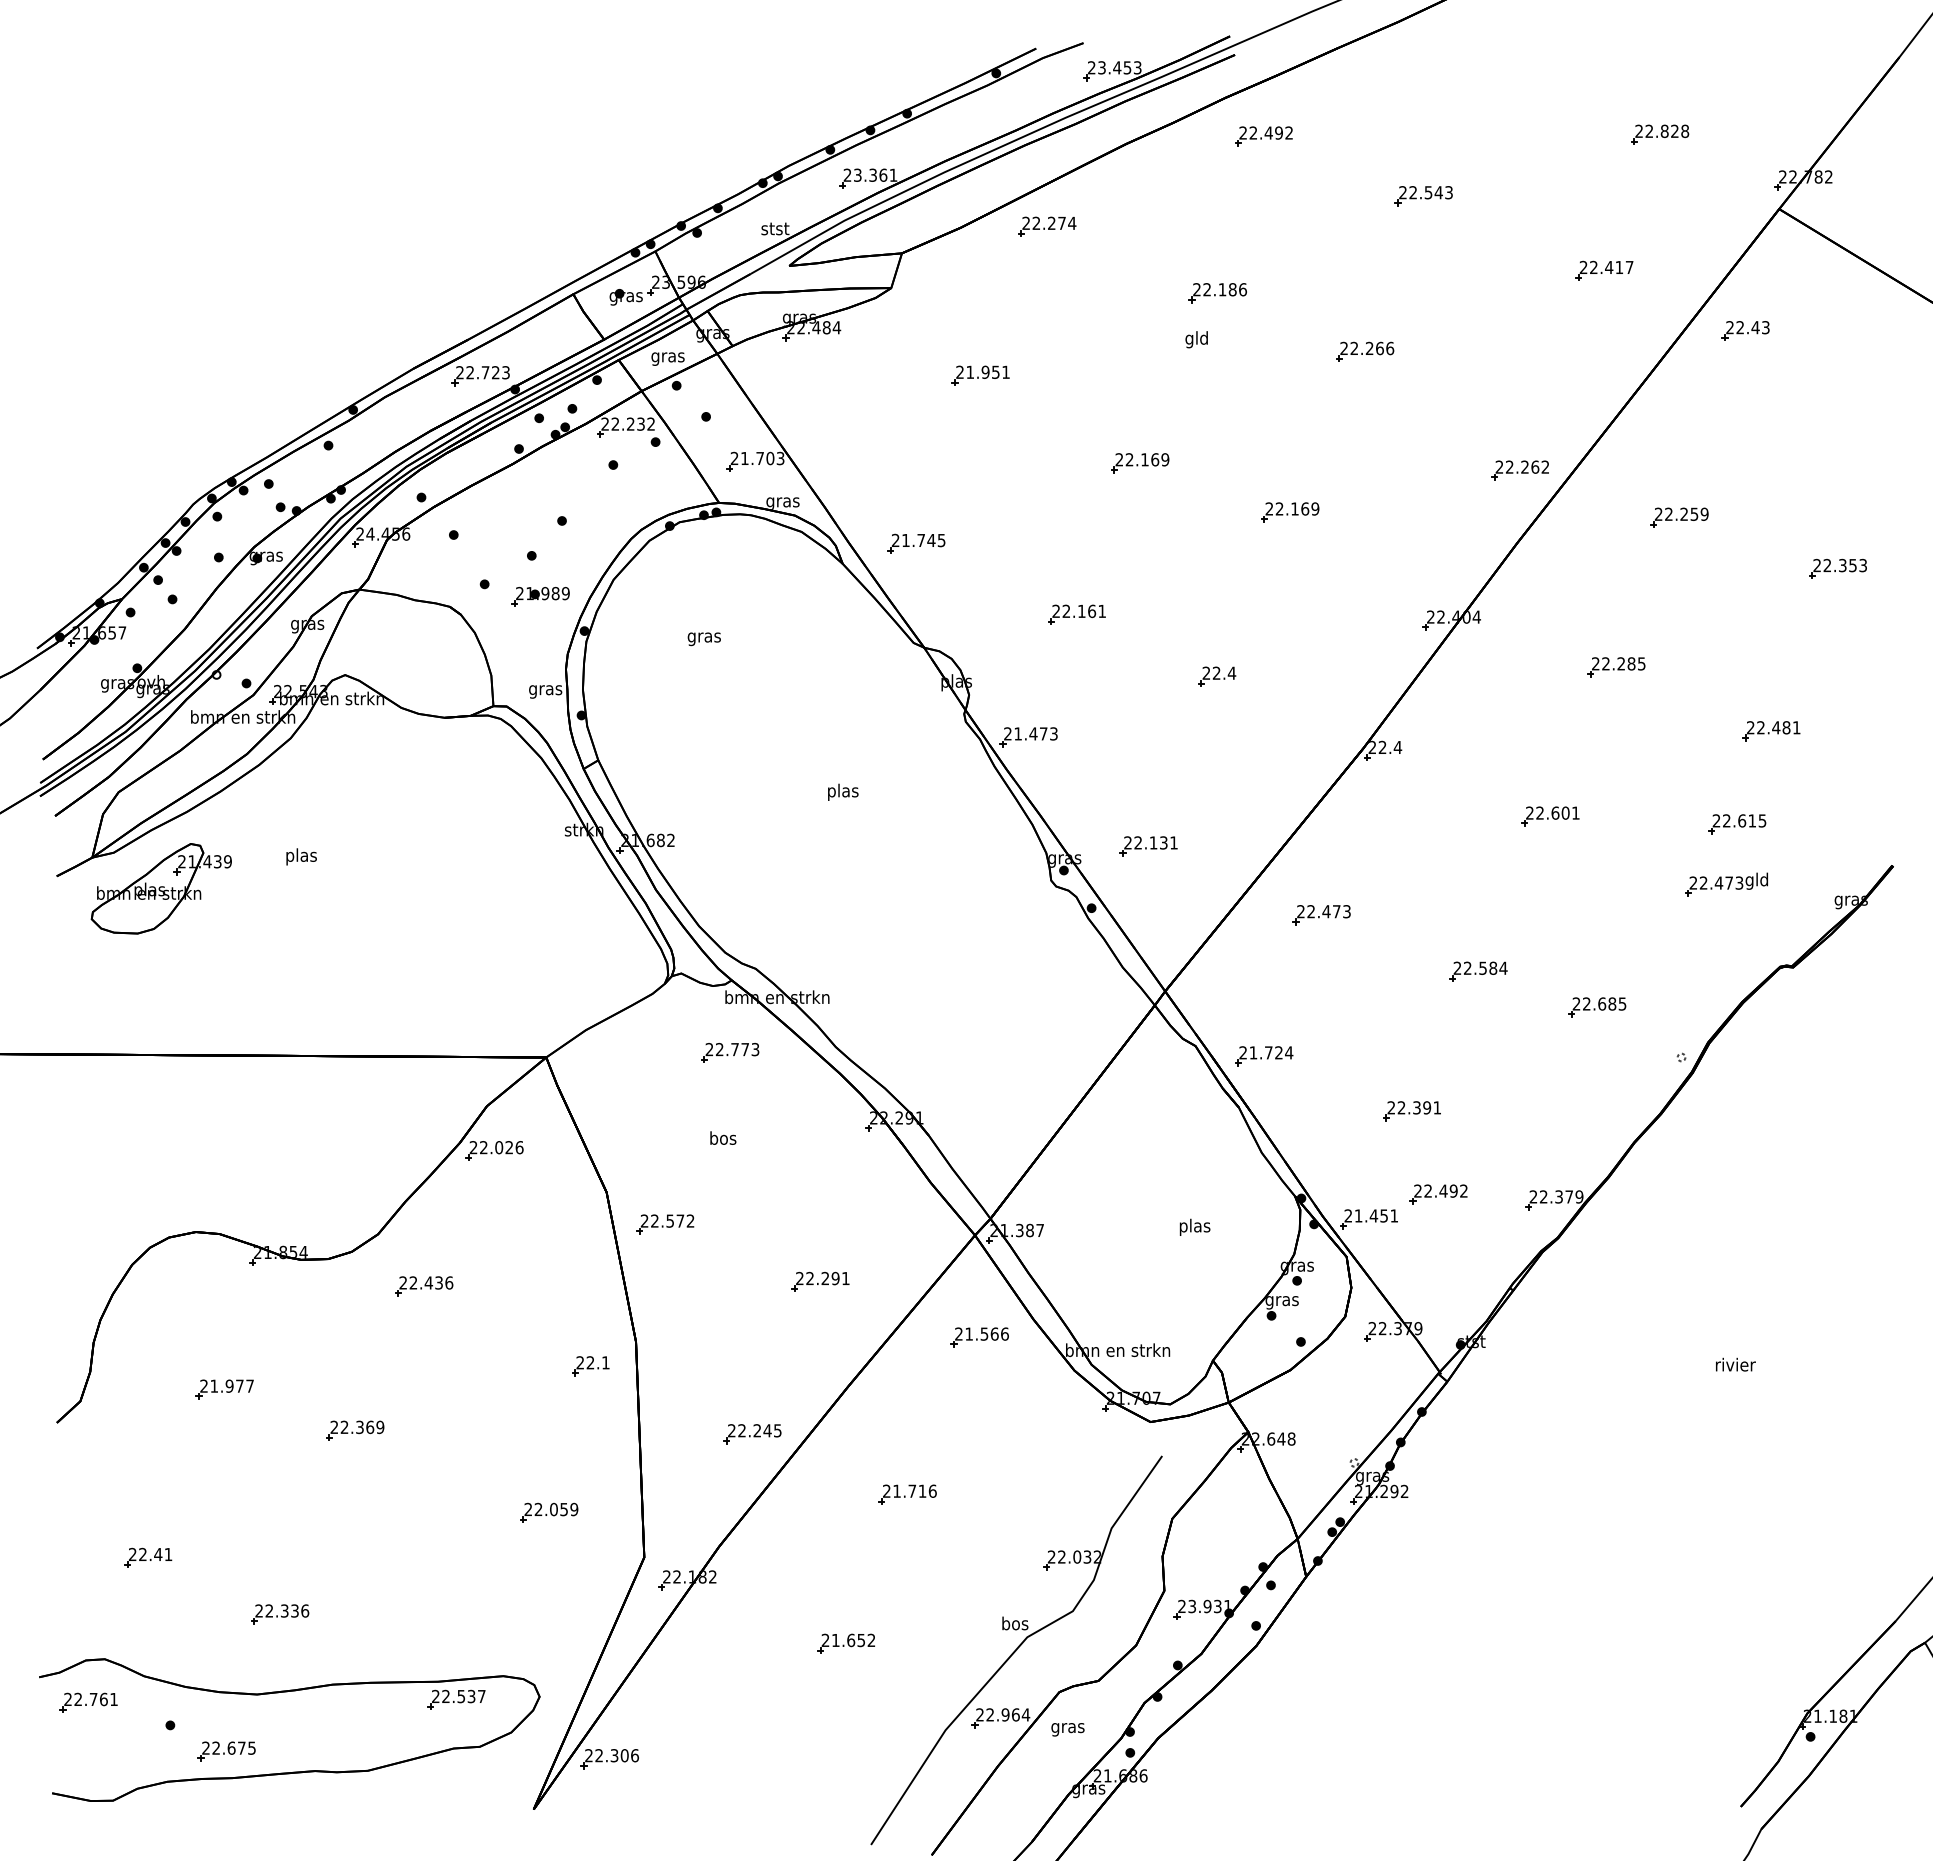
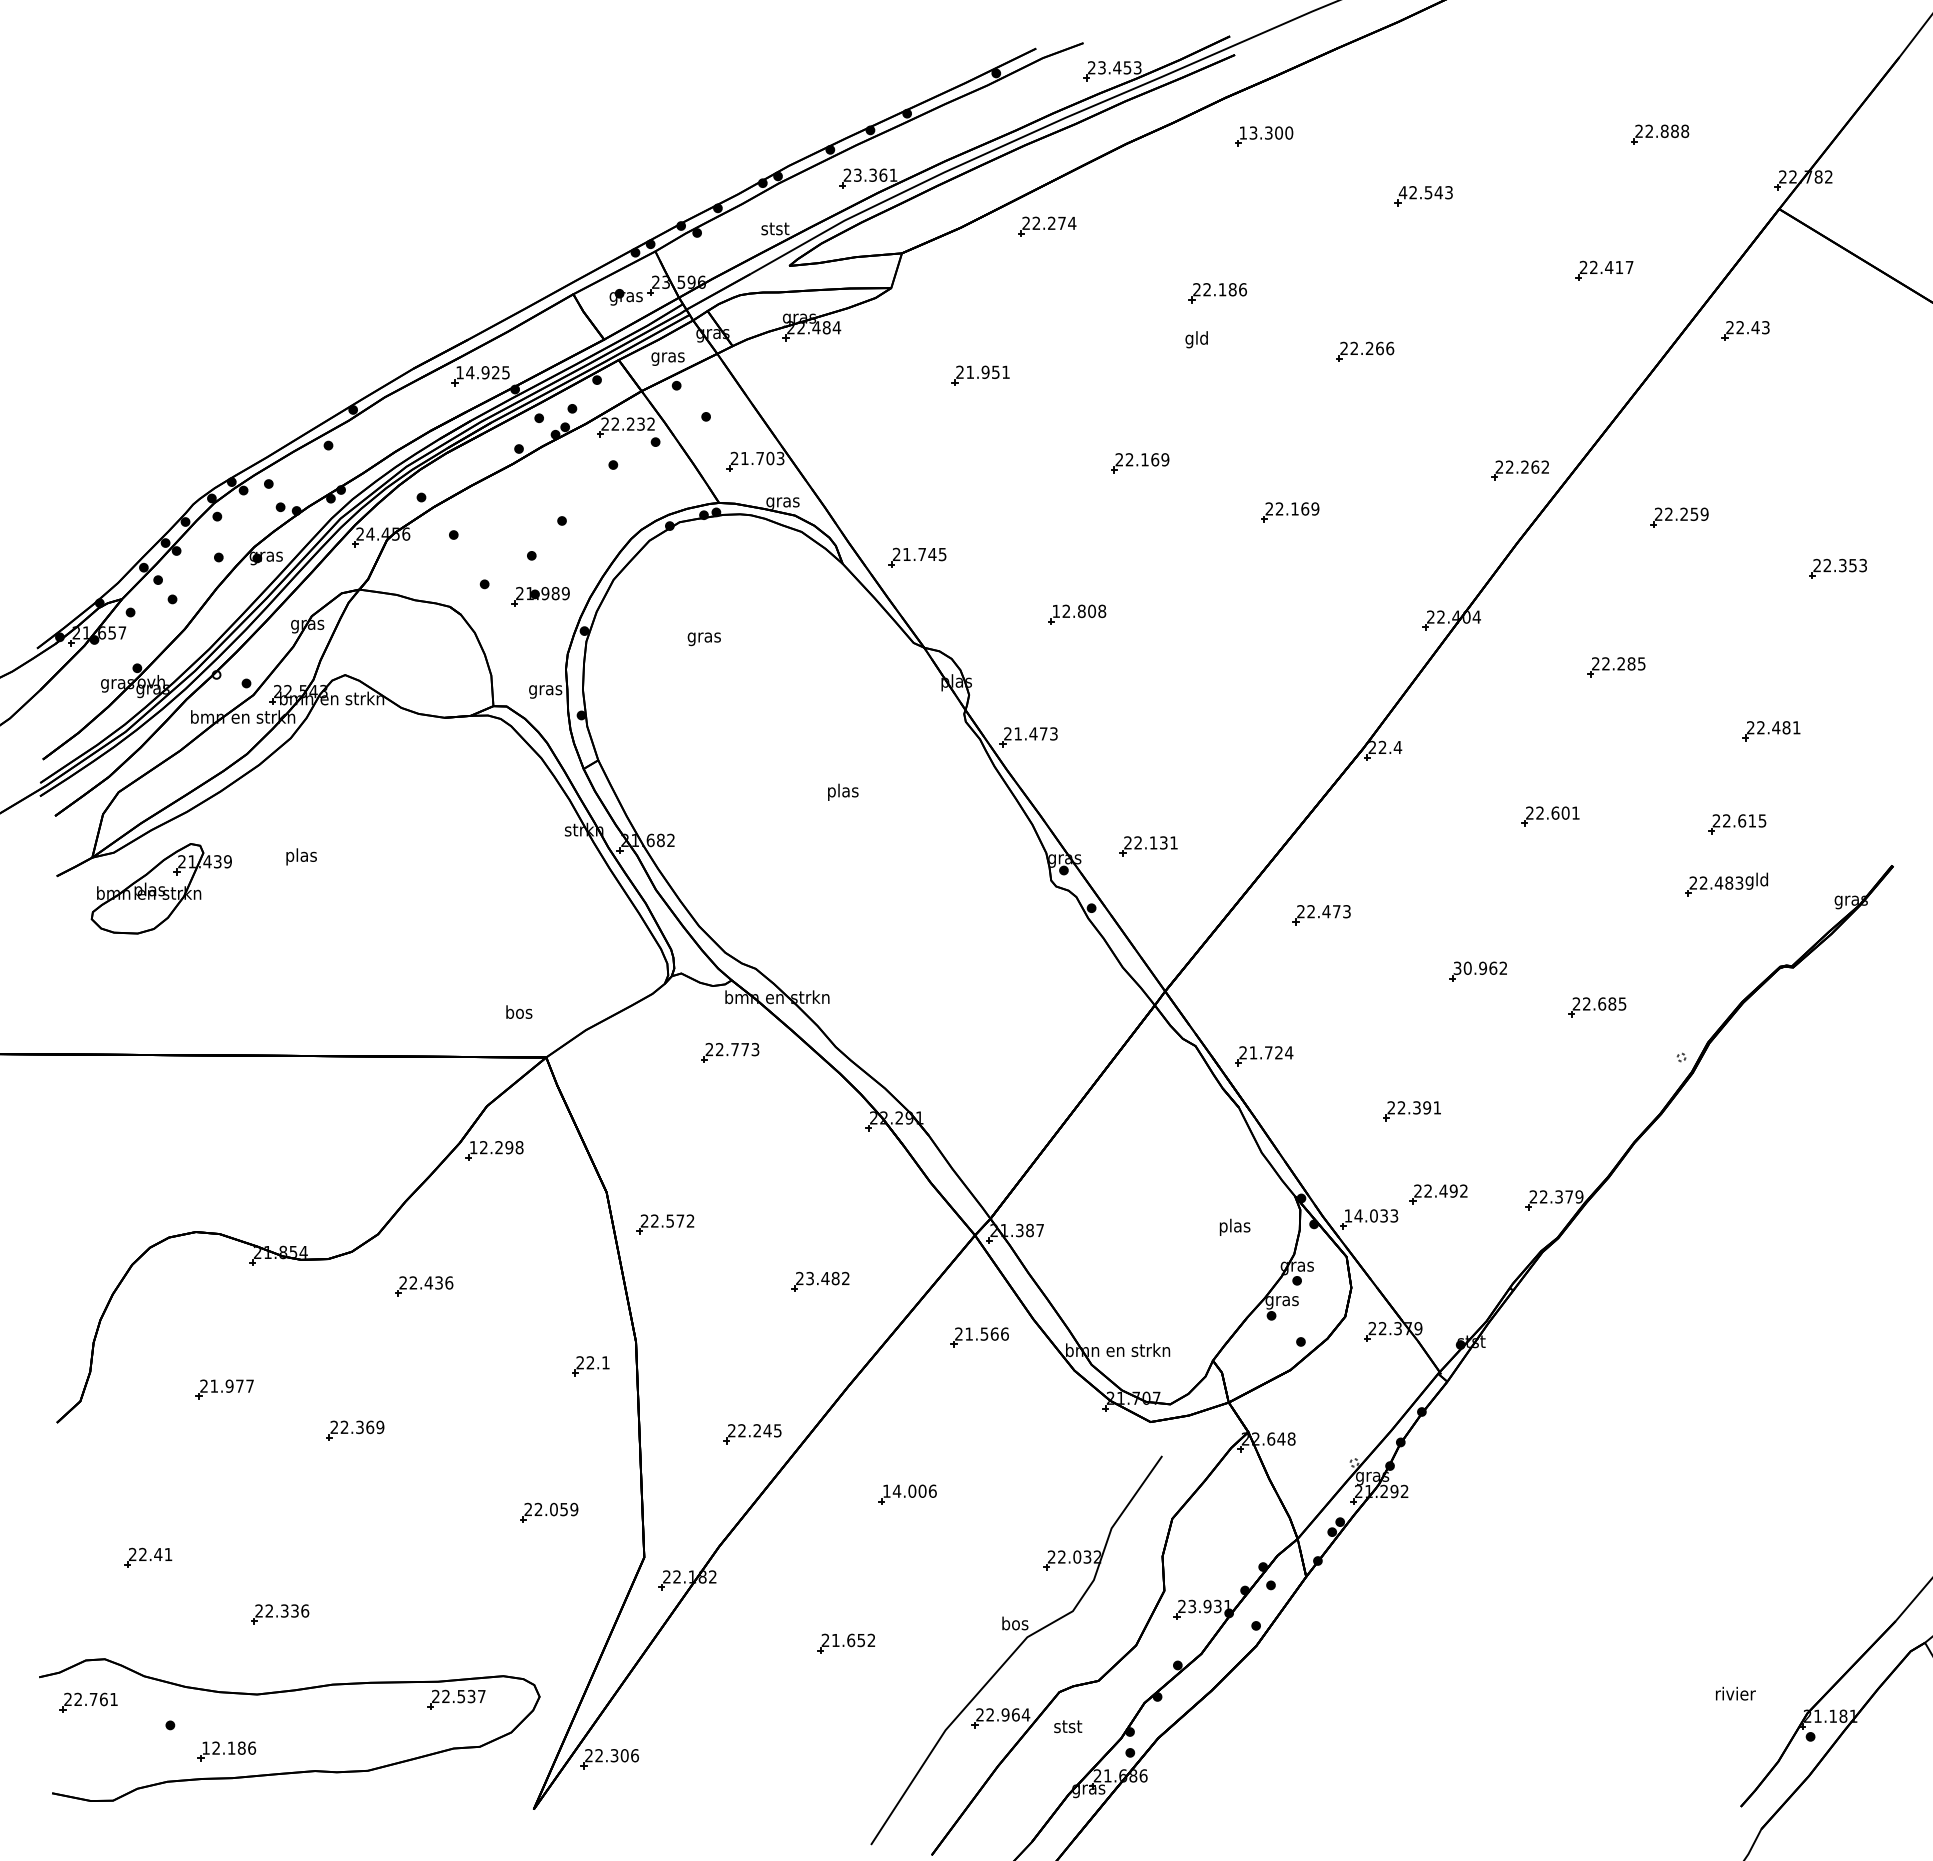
text at (1674, 130): 22.828 -> 22.888
text at (1266, 132): 22.492 -> 13.300
text at (1402, 192): 22.543 -> 42.543
text at (482, 372): 22.723 -> 14.925
part at (916, 543) position: (916, 543) -> (917, 557)
text at (1079, 611): 22.161 -> 12.808
part at (1217, 676): present -> none
text at (1729, 882): 22.473 -> 22.483
text at (1480, 967): 22.584 -> 30.962
text at (723, 1137) position: (723, 1137) -> (519, 1011)
text at (496, 1147): 22.026 -> 12.298
text at (1371, 1215): 21.451 -> 14.033
text at (1194, 1226) position: (1194, 1226) -> (1234, 1226)
text at (827, 1278): 22.291 -> 23.482
text at (1735, 1364) position: (1735, 1364) -> (1735, 1693)
text at (904, 1490): 21.716 -> 14.006
text at (1067, 1728): gras -> stst
text at (229, 1747): 22.675 -> 12.186
